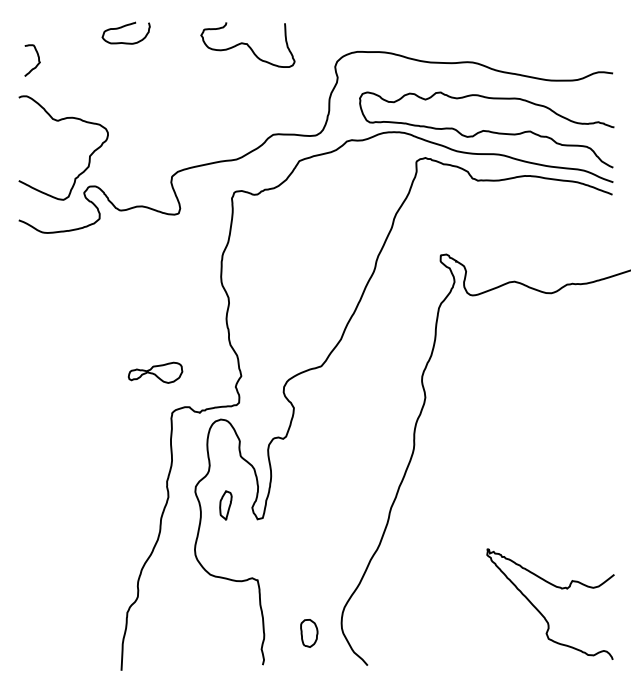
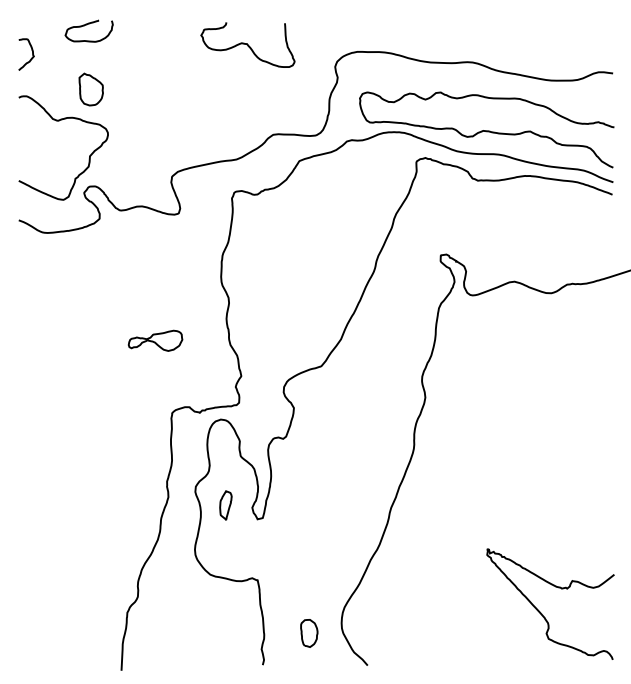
curve at (123, 27) position: (123, 27) -> (86, 25)
curve at (36, 64) position: (36, 64) -> (30, 58)
part at (90, 89): none -> present
part at (155, 372) position: (155, 372) -> (155, 340)
